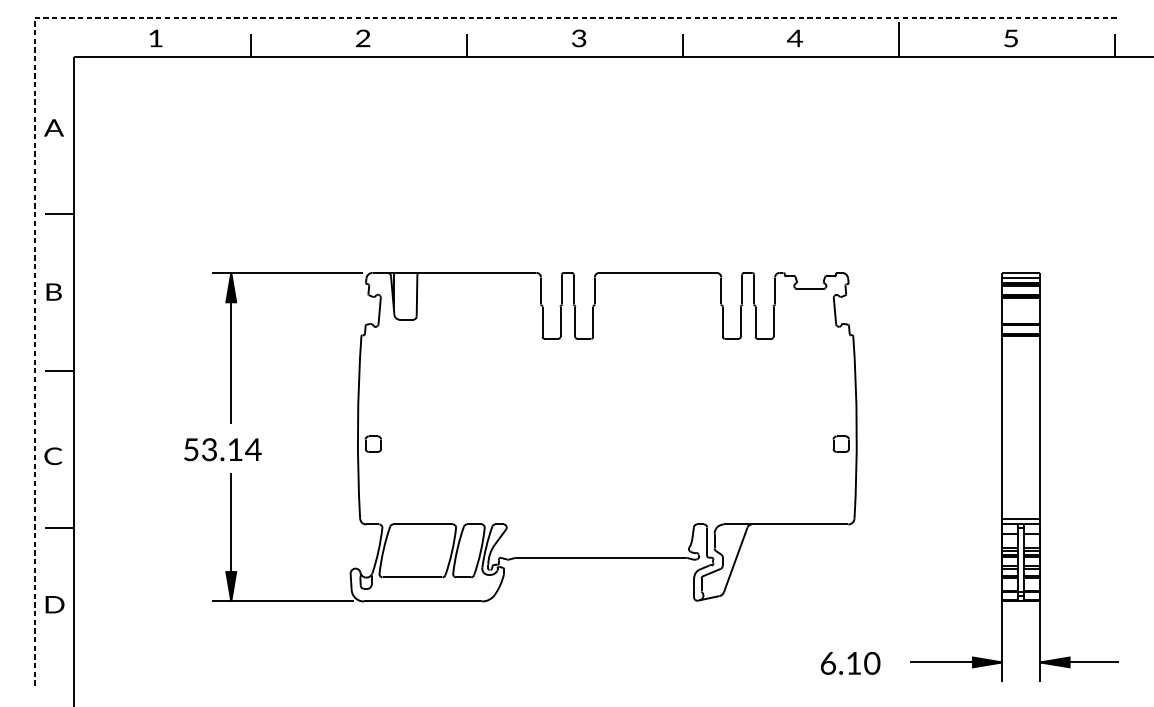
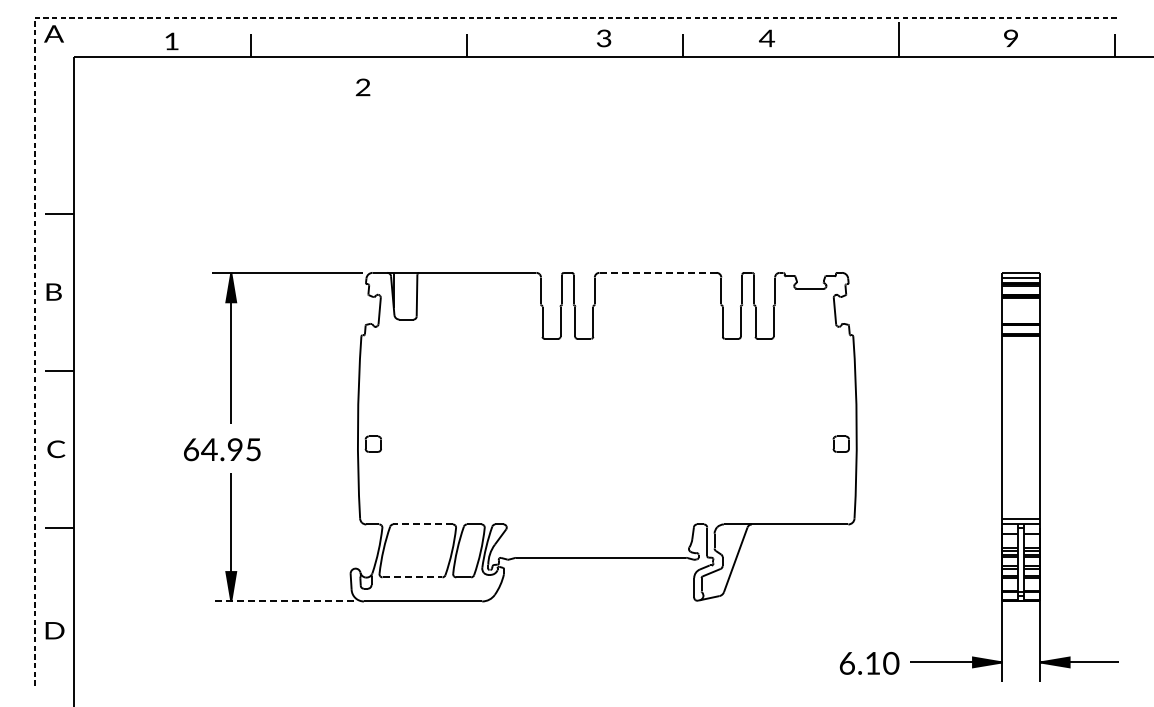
text at (155, 38) position: (155, 38) -> (171, 41)
text at (362, 38) position: (362, 38) -> (362, 87)
text at (579, 38) position: (579, 38) -> (604, 38)
text at (795, 38) position: (795, 38) -> (767, 38)
text at (1010, 38): 5 -> 9
text at (53, 127) position: (53, 127) -> (53, 33)
line at (658, 272): solid -> dashed
text at (222, 449): 53.14 -> 64.95
text at (53, 456) position: (53, 456) -> (56, 449)
line at (423, 524): solid -> dashed
line at (412, 577): solid -> dashed
line at (282, 601): solid -> dashed
text at (54, 604) position: (54, 604) -> (54, 630)
text at (850, 663) position: (850, 663) -> (869, 663)
